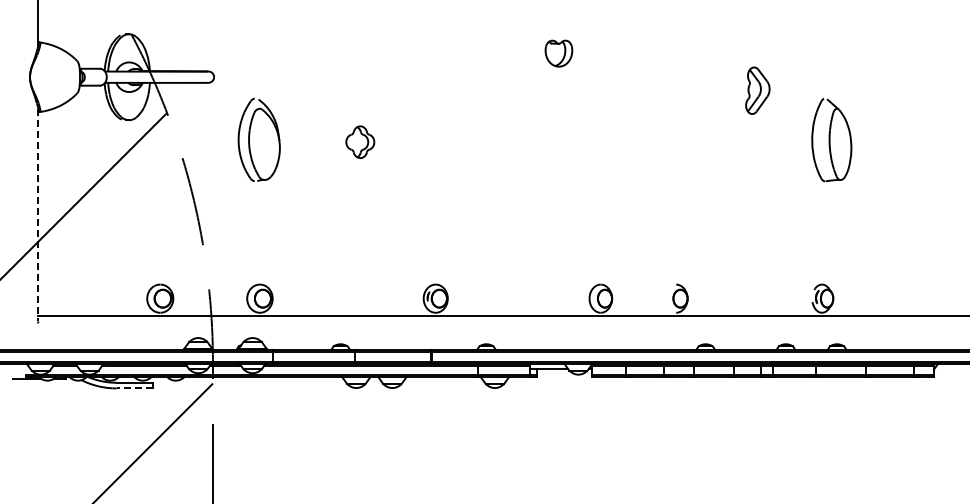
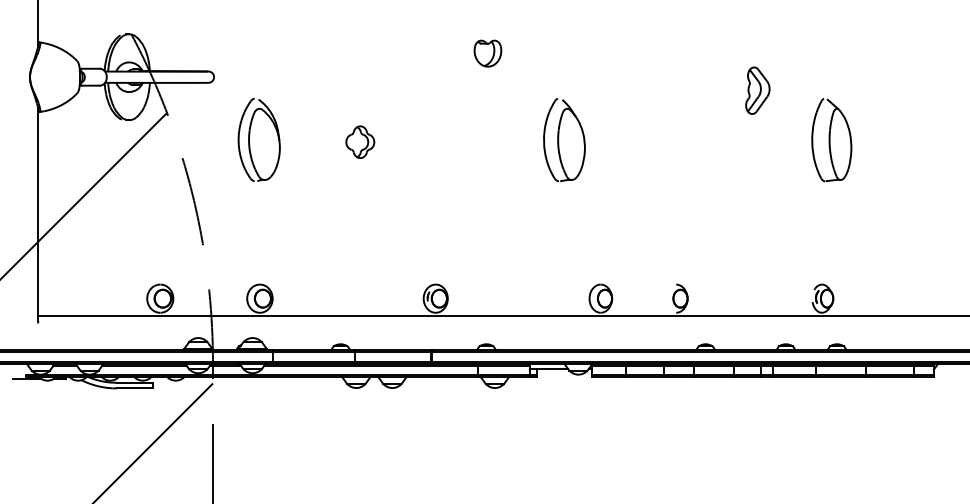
part at (558, 53) position: (558, 53) -> (487, 53)
part at (564, 140): none -> present
line at (38, 215): dashed -> solid
line at (134, 388): dashed -> solid
